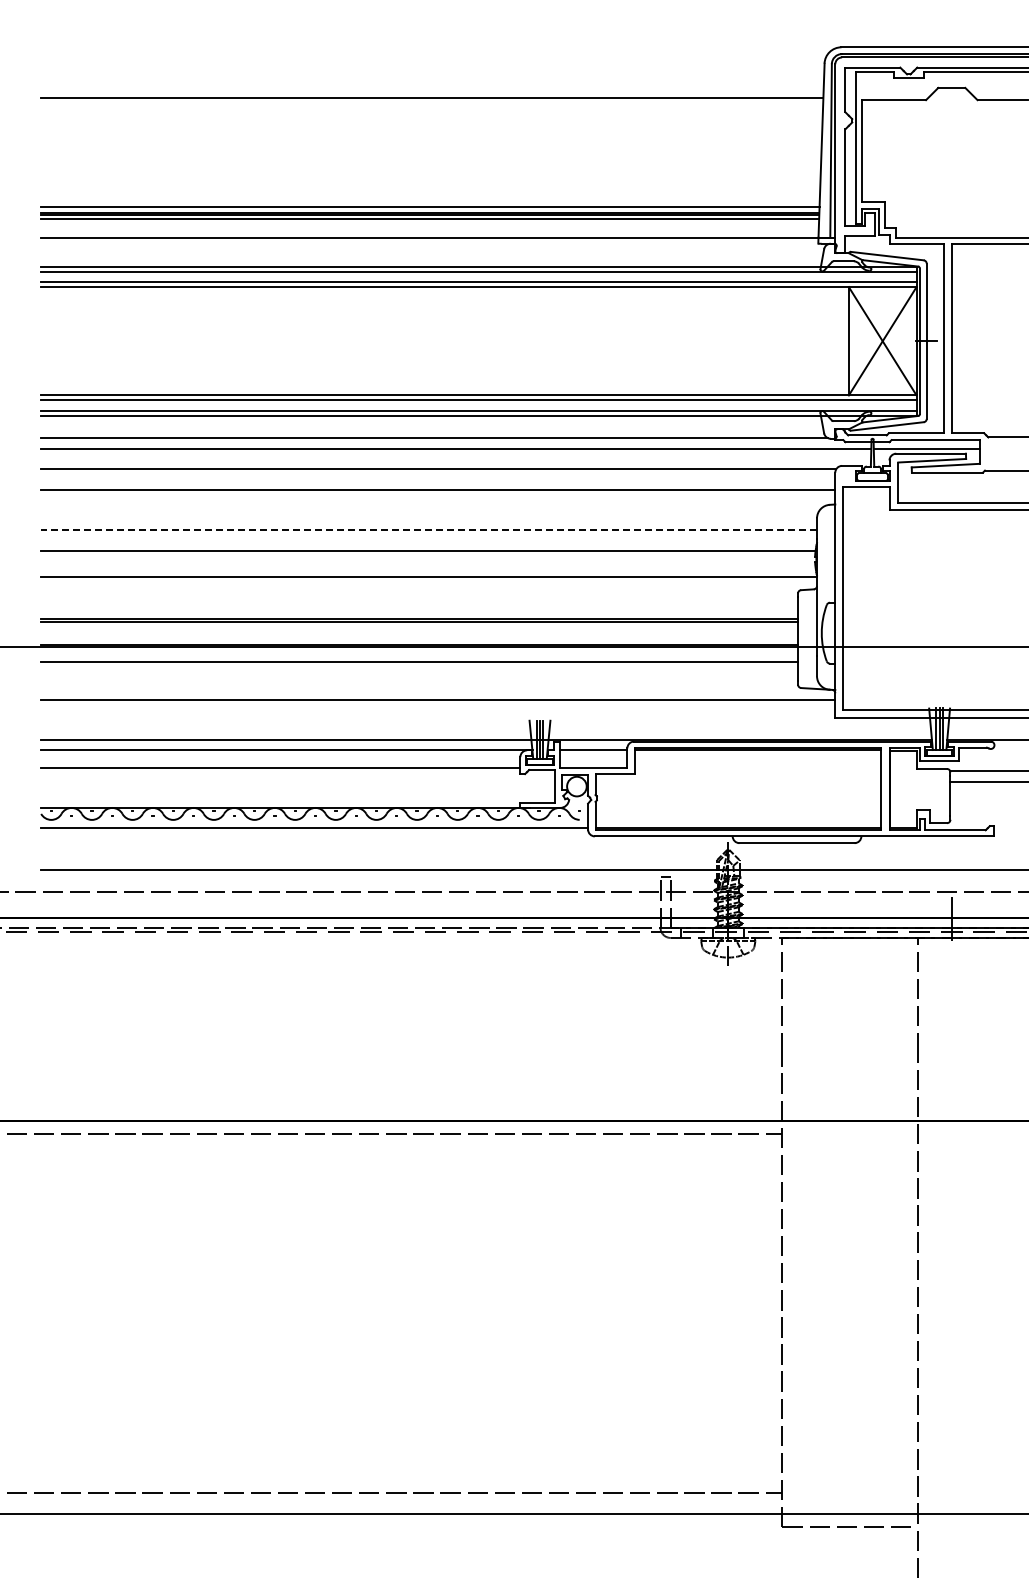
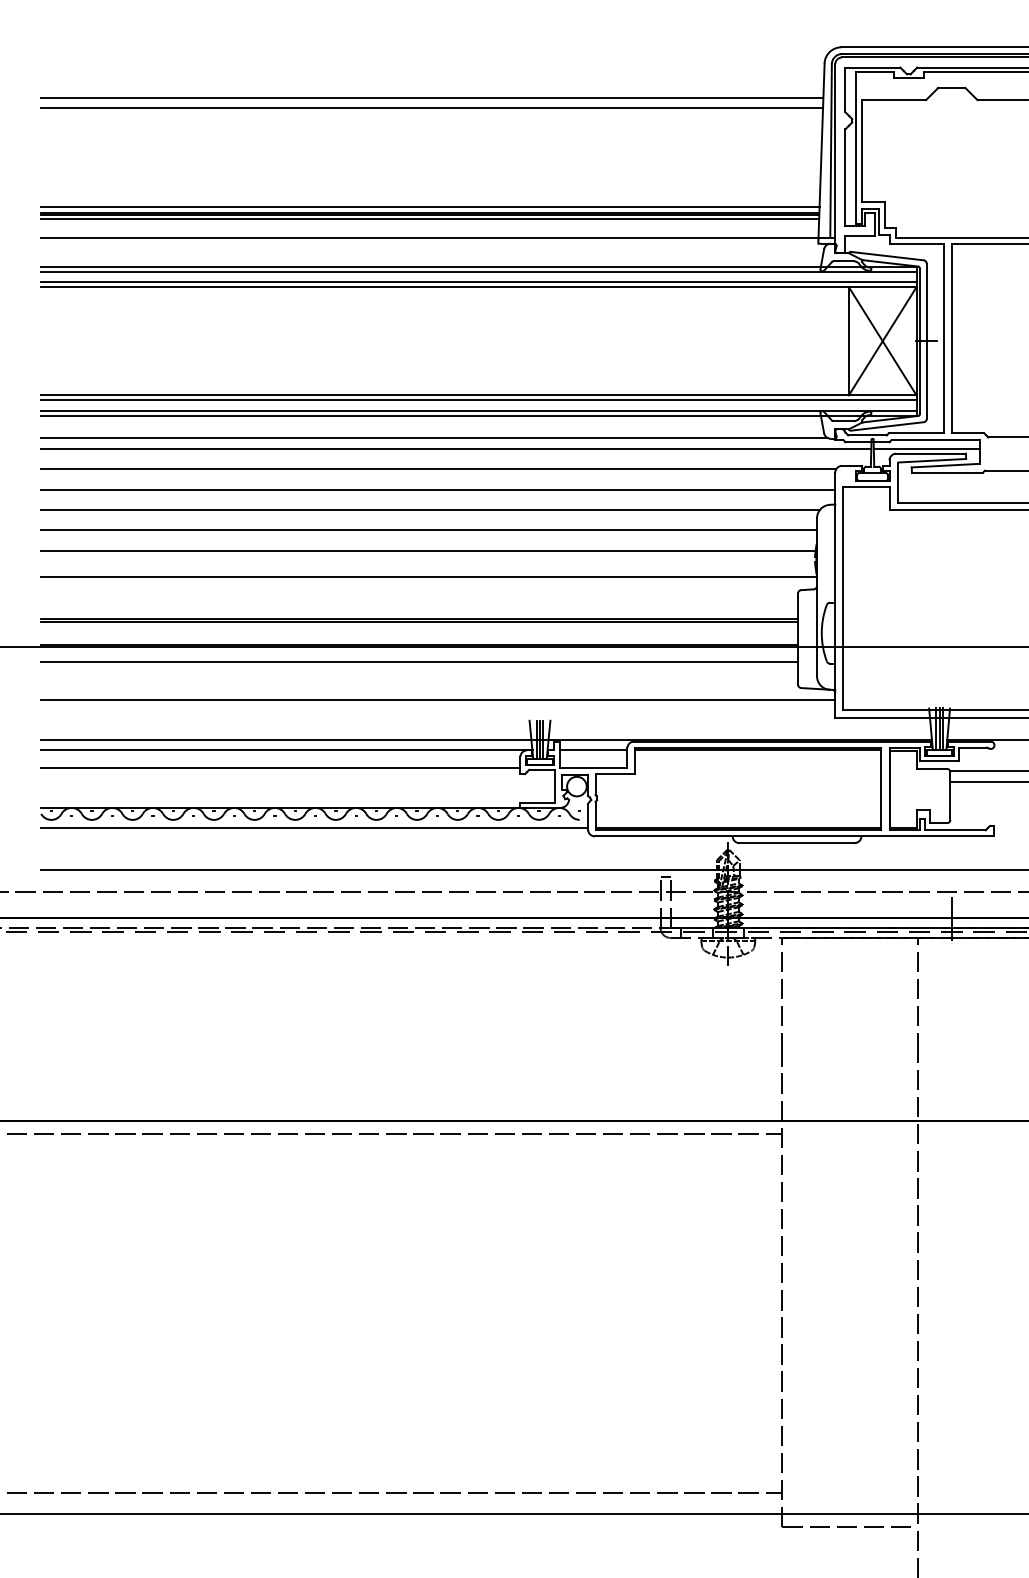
line at (431, 108): none -> present
line at (430, 509): none -> present
line at (428, 530): dashed -> solid
